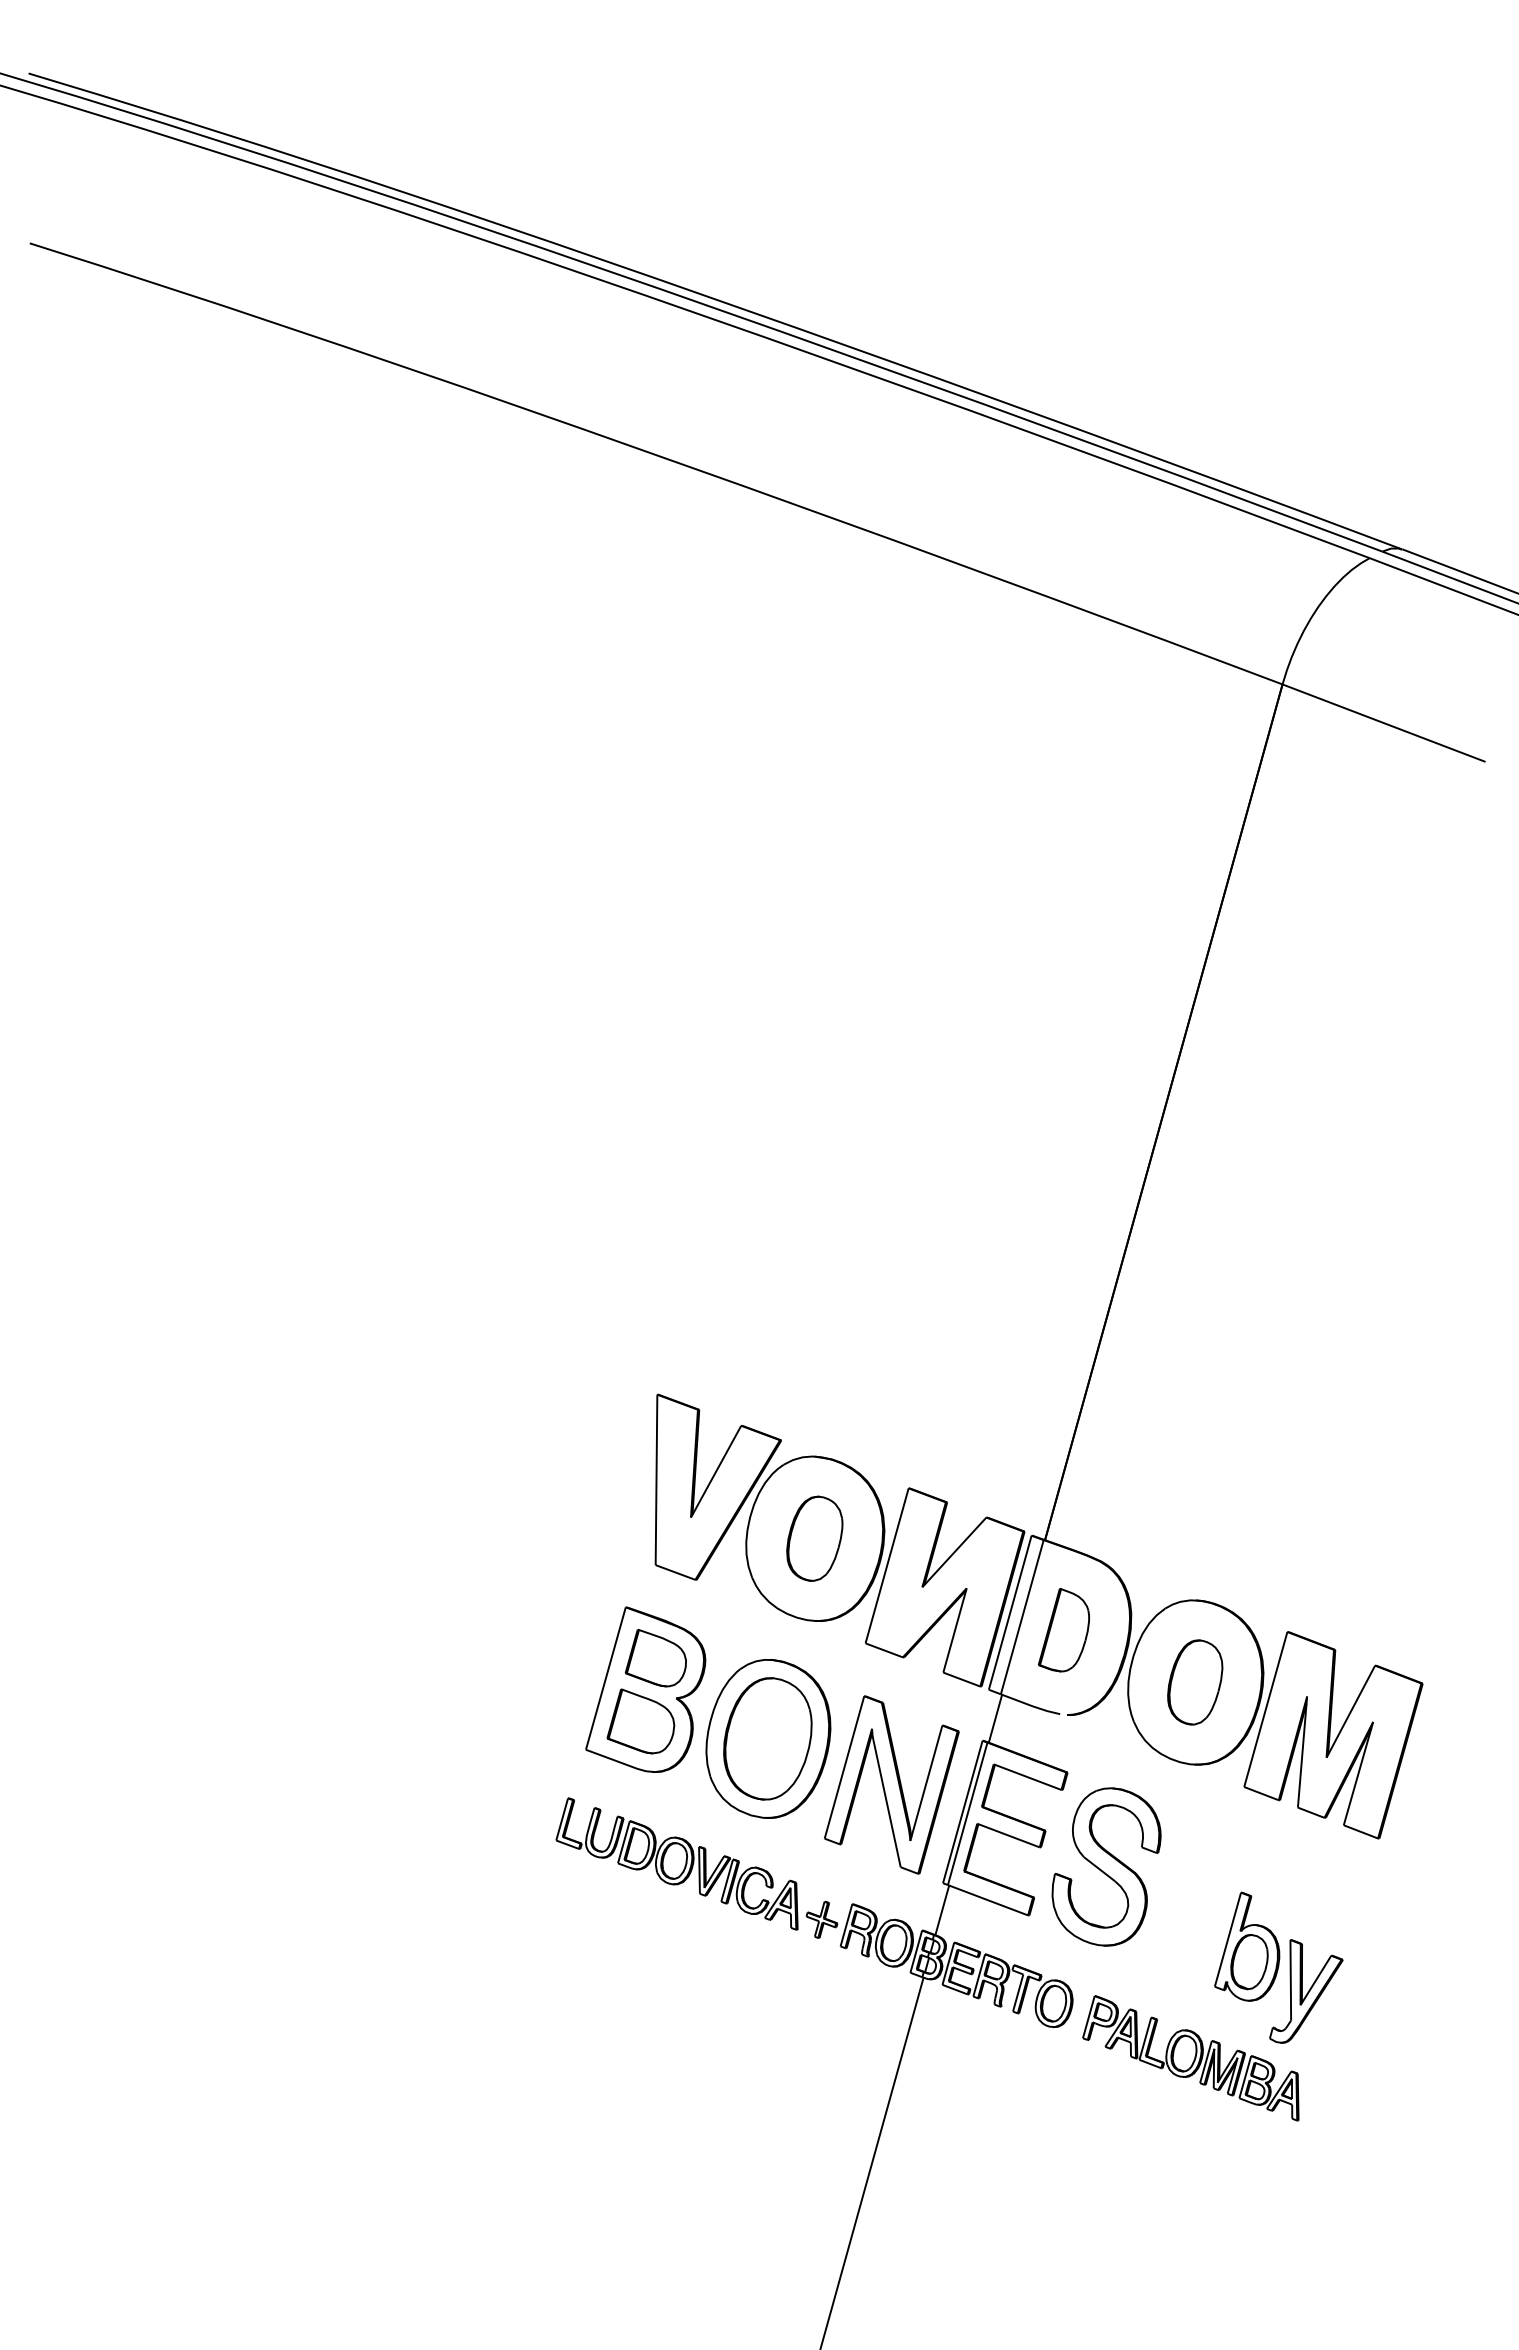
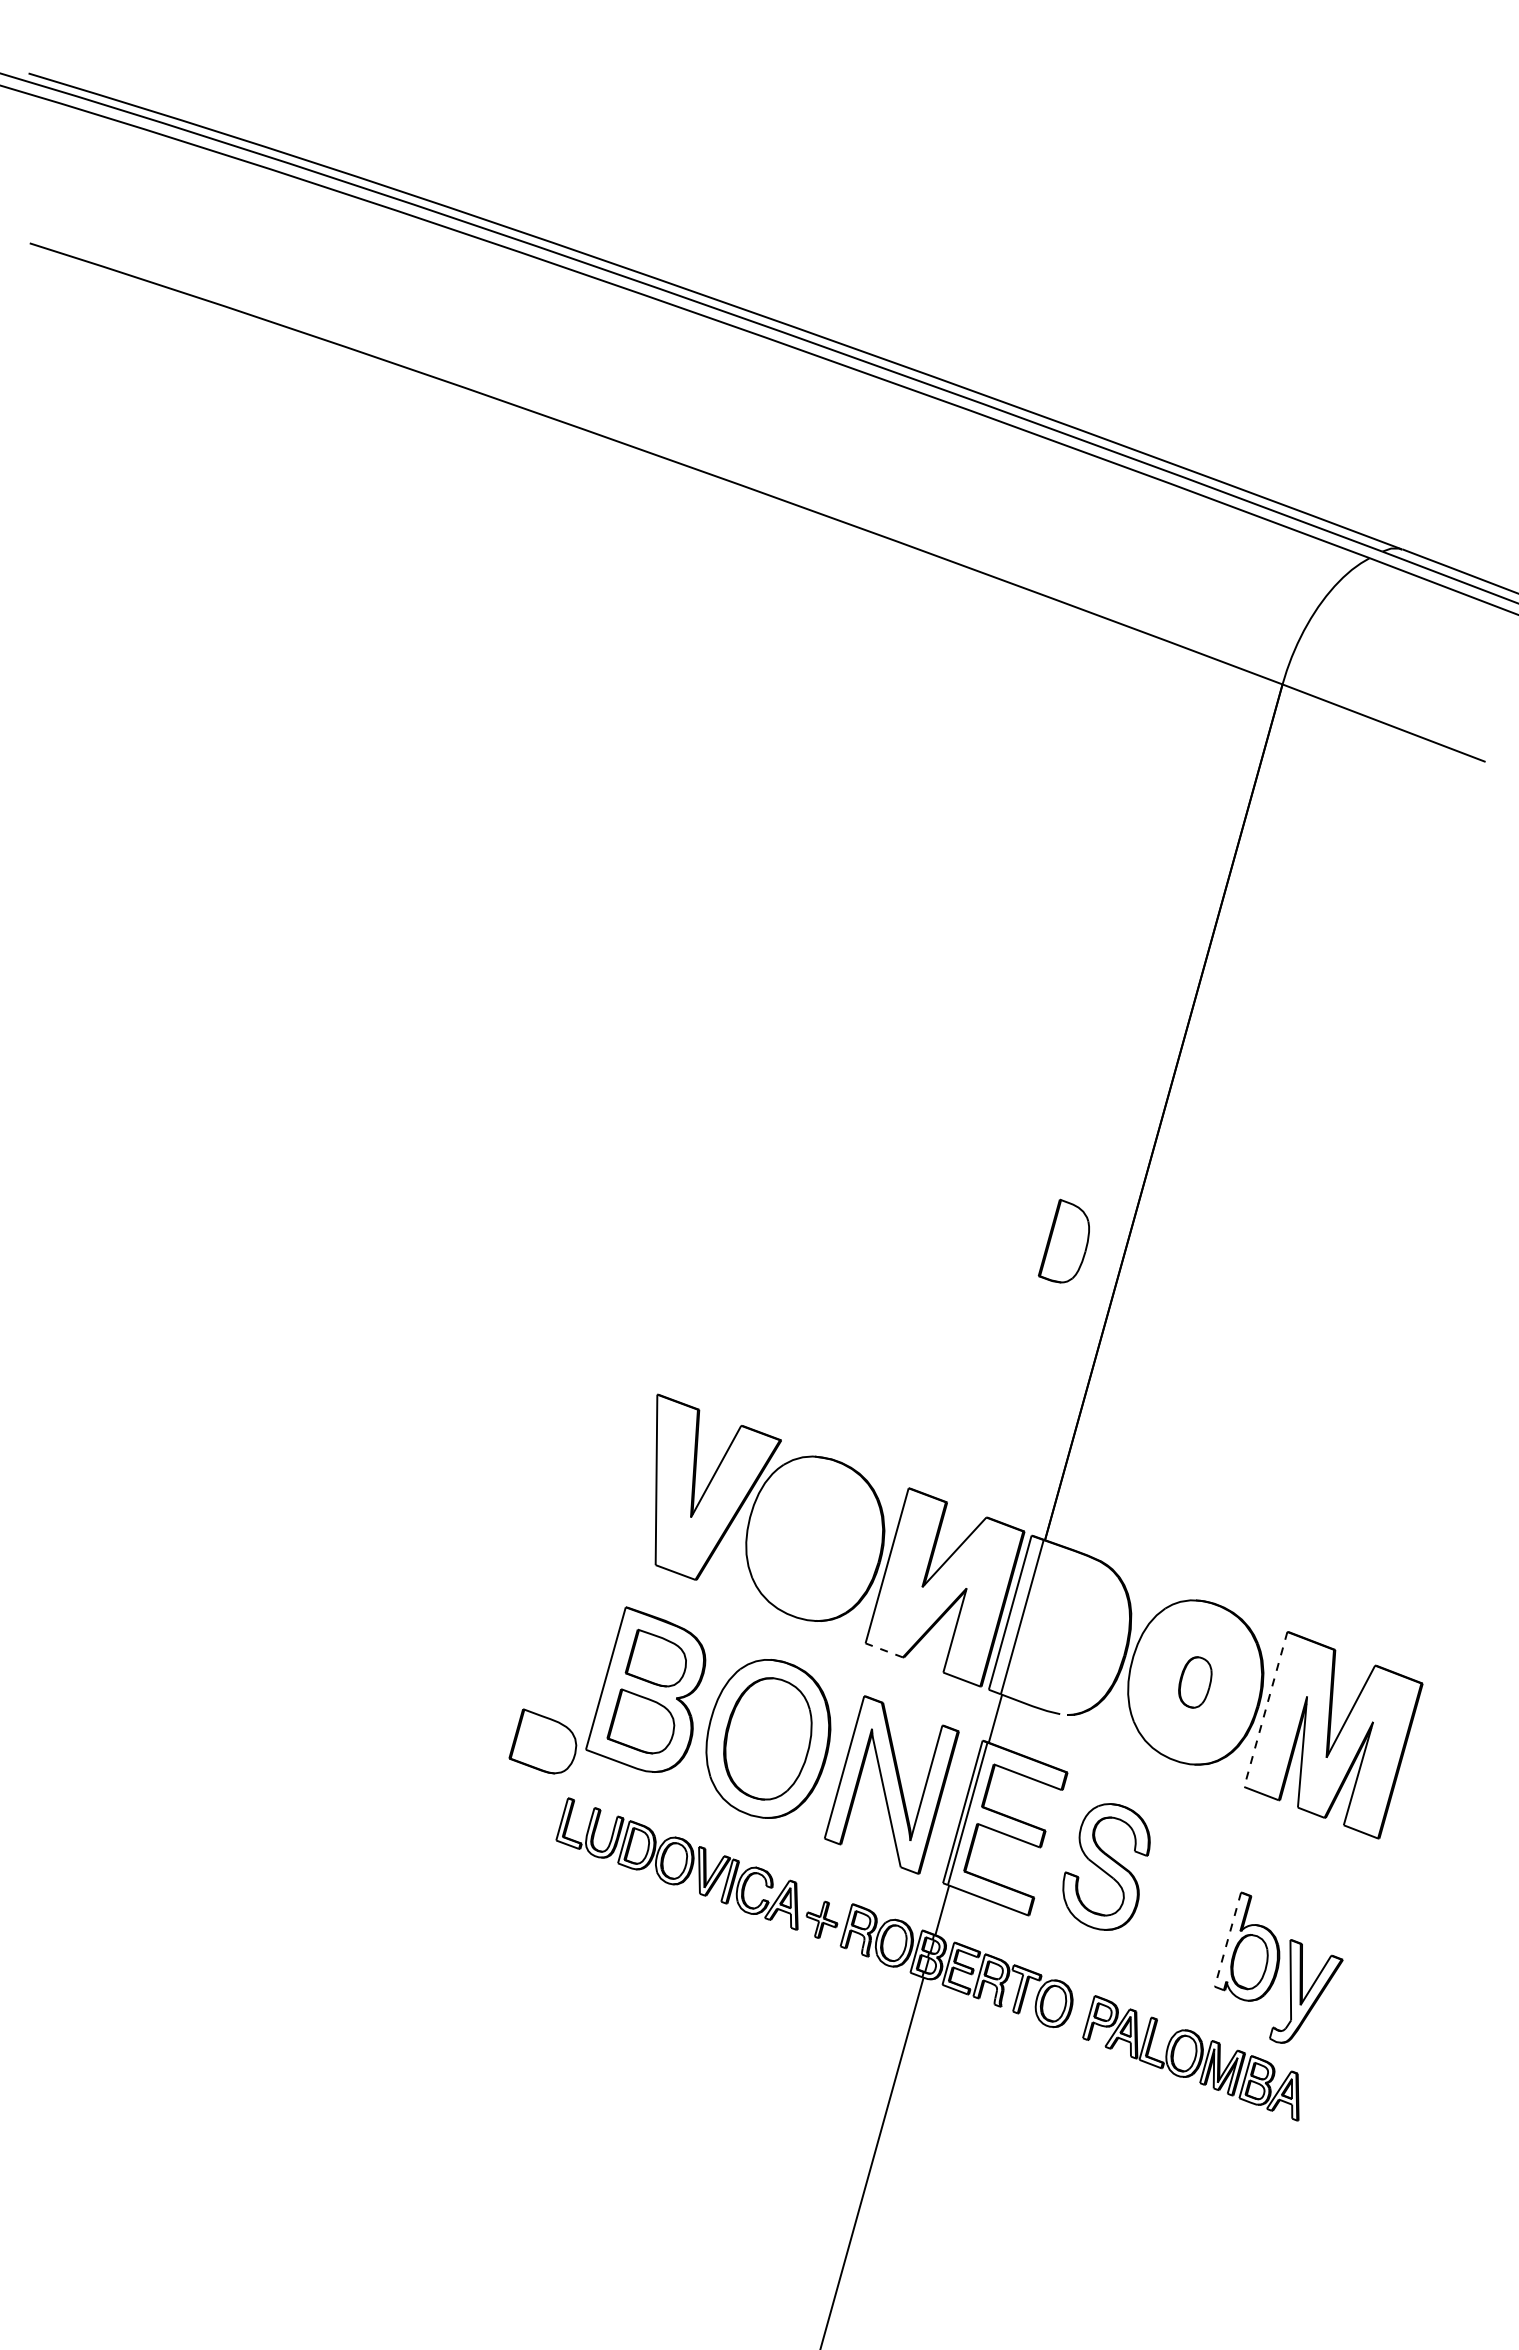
part at (814, 1538): present -> none
part at (1063, 1629) position: (1063, 1629) -> (1063, 1240)
line at (884, 1650): solid -> dashed
part at (1195, 1682) size: 57x87 px -> 35x53 px
line at (1265, 1710): solid -> dashed
part at (542, 1741): none -> present
part at (1106, 1866) size: 111x160 px -> 89x128 px
line at (1227, 1939): solid -> dashed
